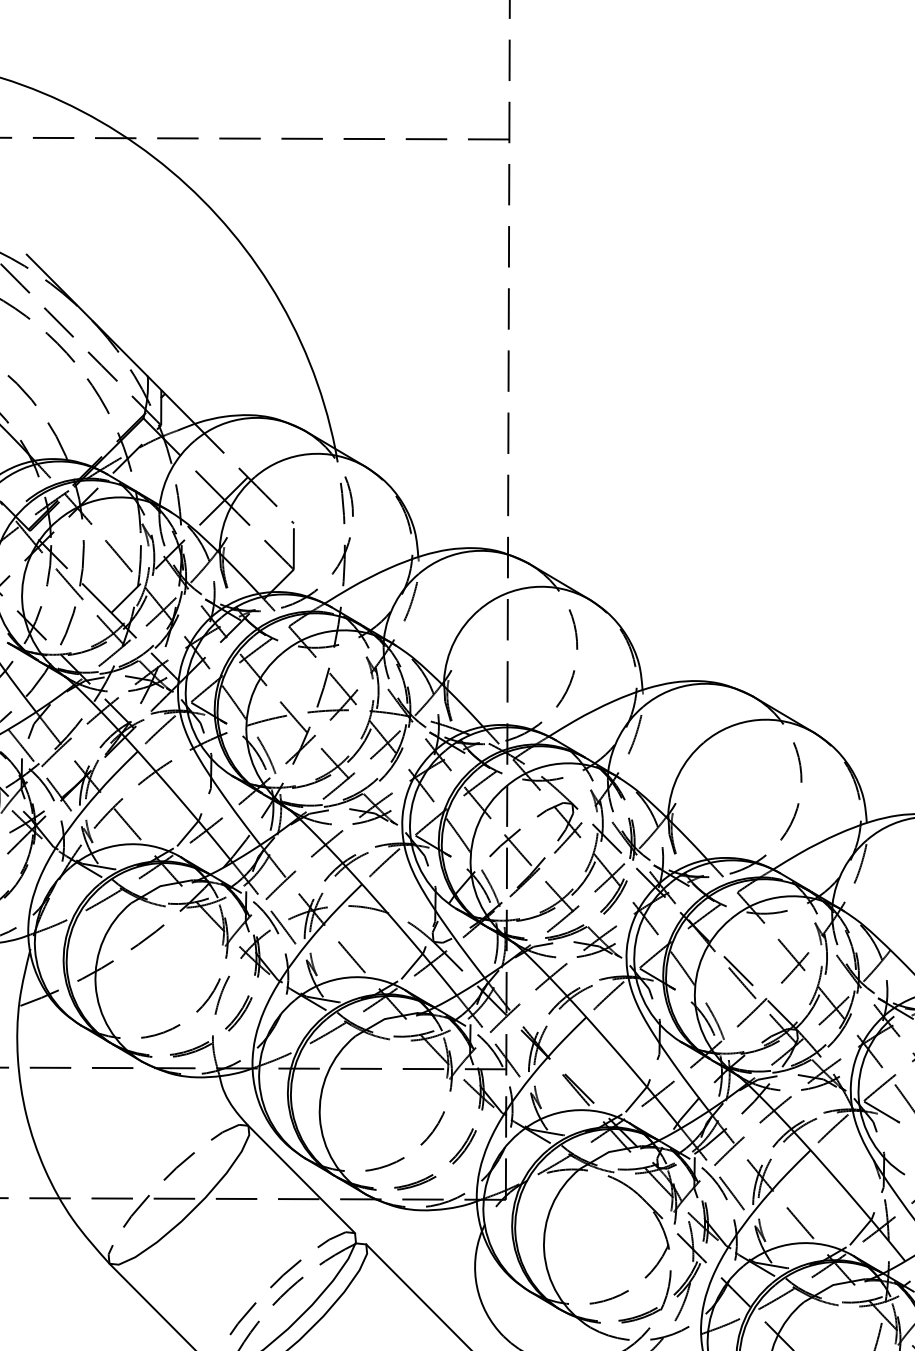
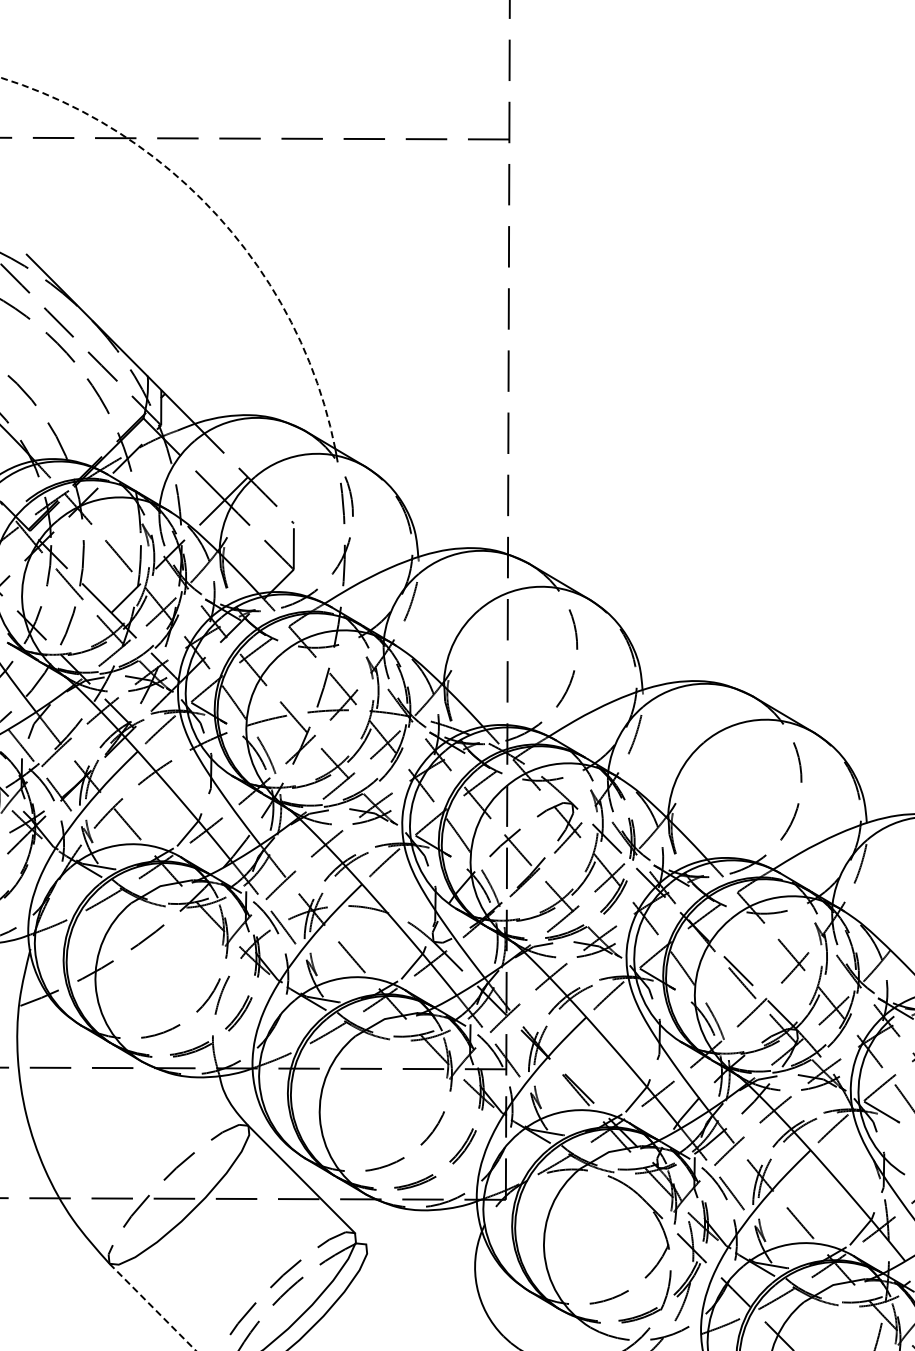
arc at (218, 216): solid -> dashed
line at (417, 1295): present -> none
line at (153, 1307): solid -> dashed
